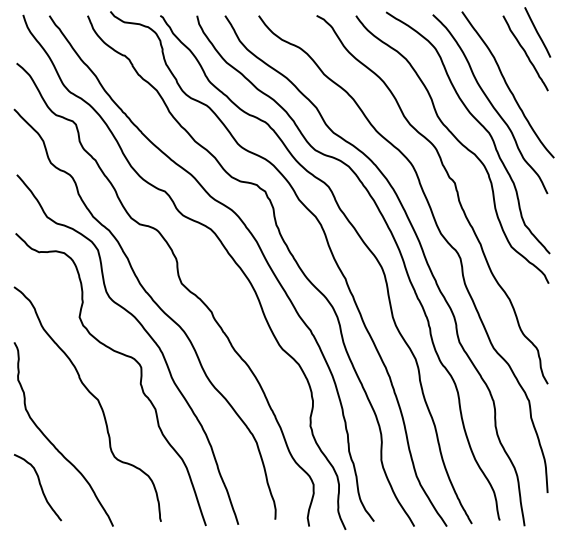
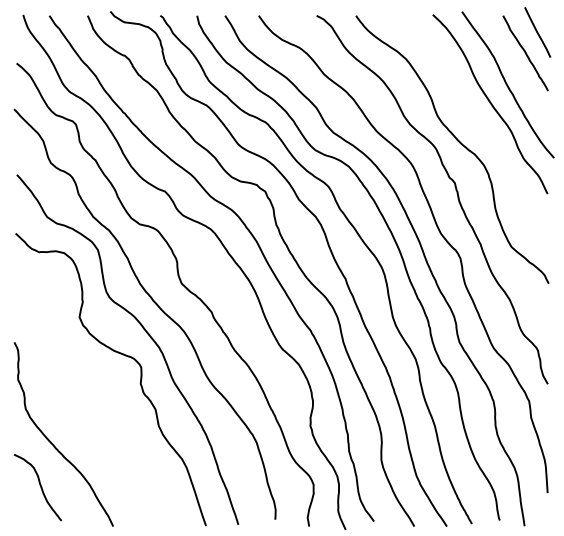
curve at (477, 122): present -> none
curve at (93, 397): present -> none
